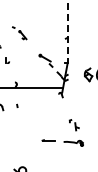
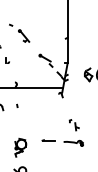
line at (67, 32): dashed -> solid
part at (19, 33) size: 16x15 px -> 22x20 px
part at (20, 147): none -> present
